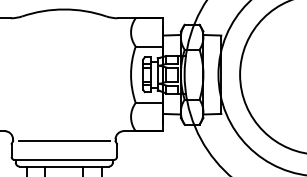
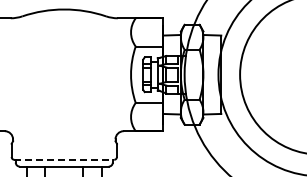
line at (63, 141): present -> none
line at (64, 159): solid -> dashed
